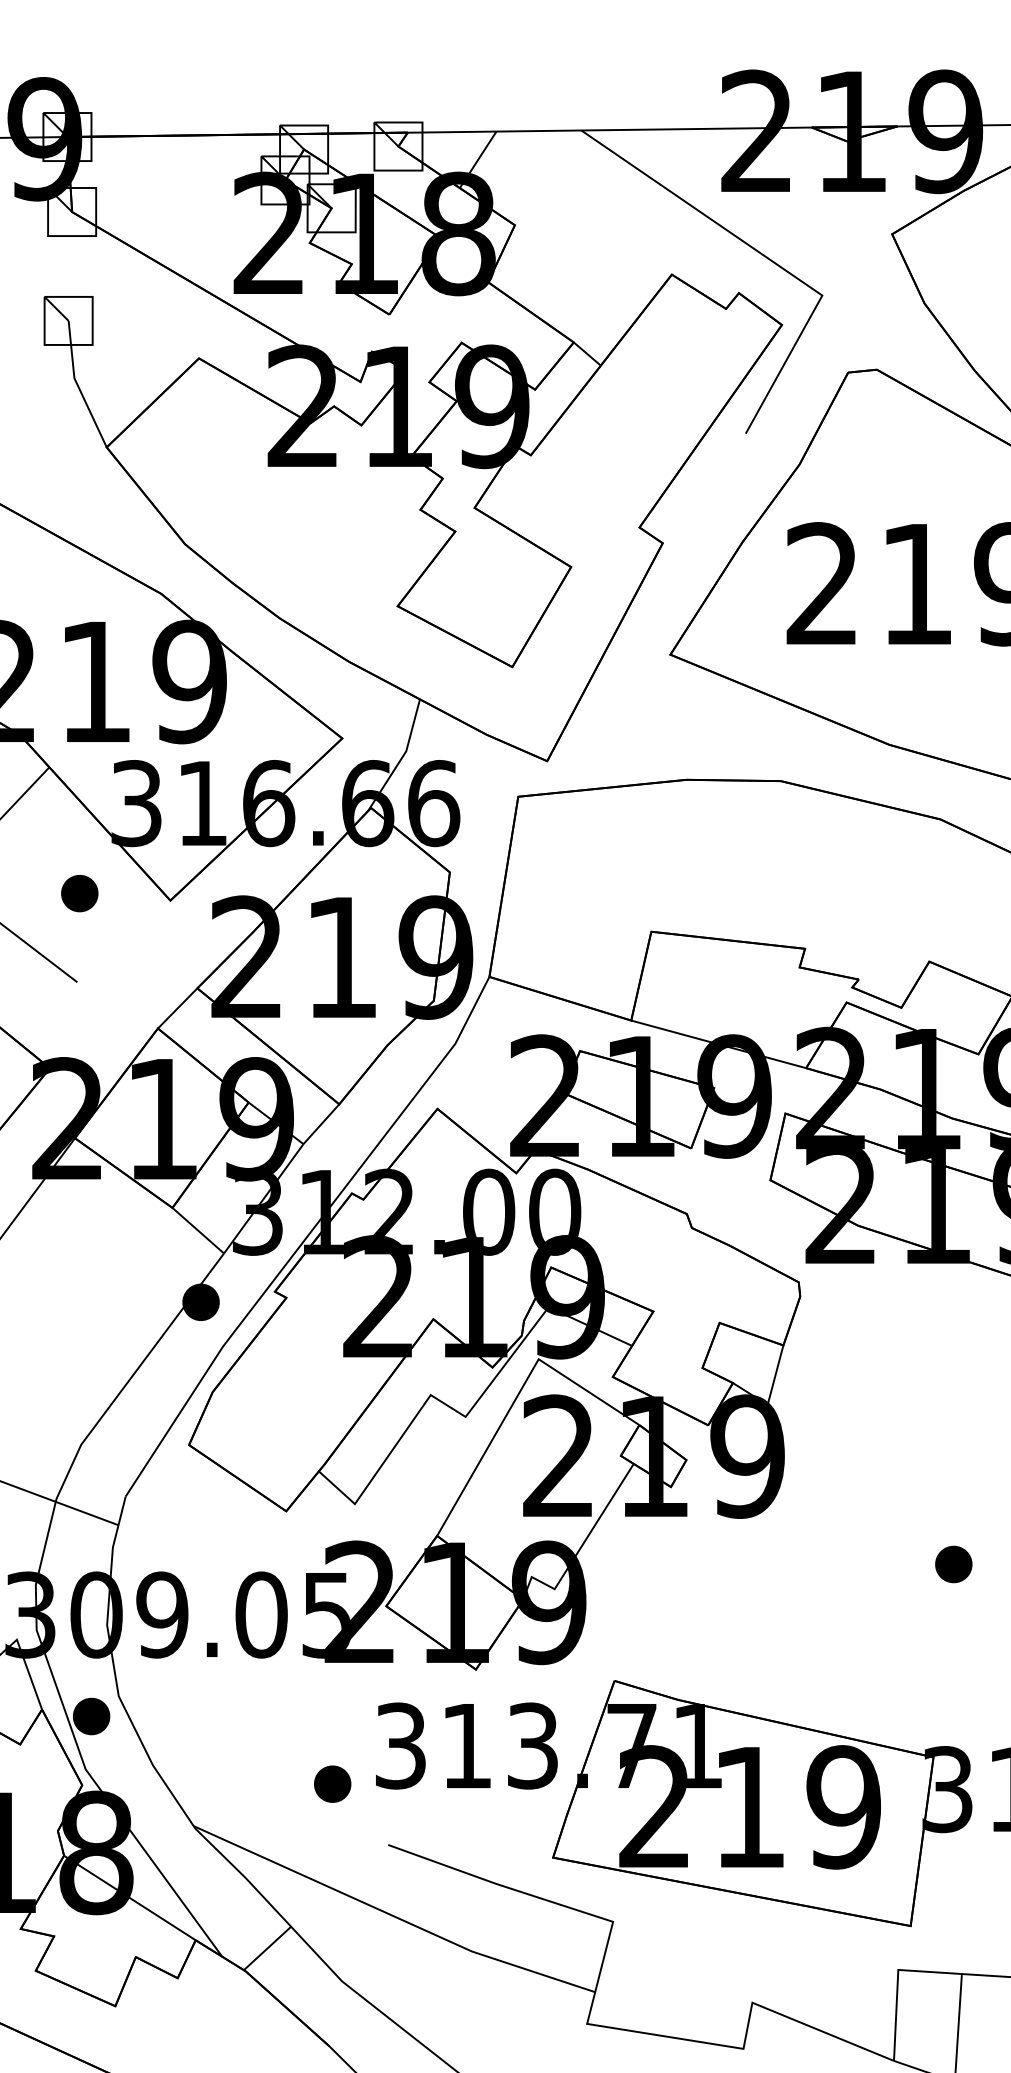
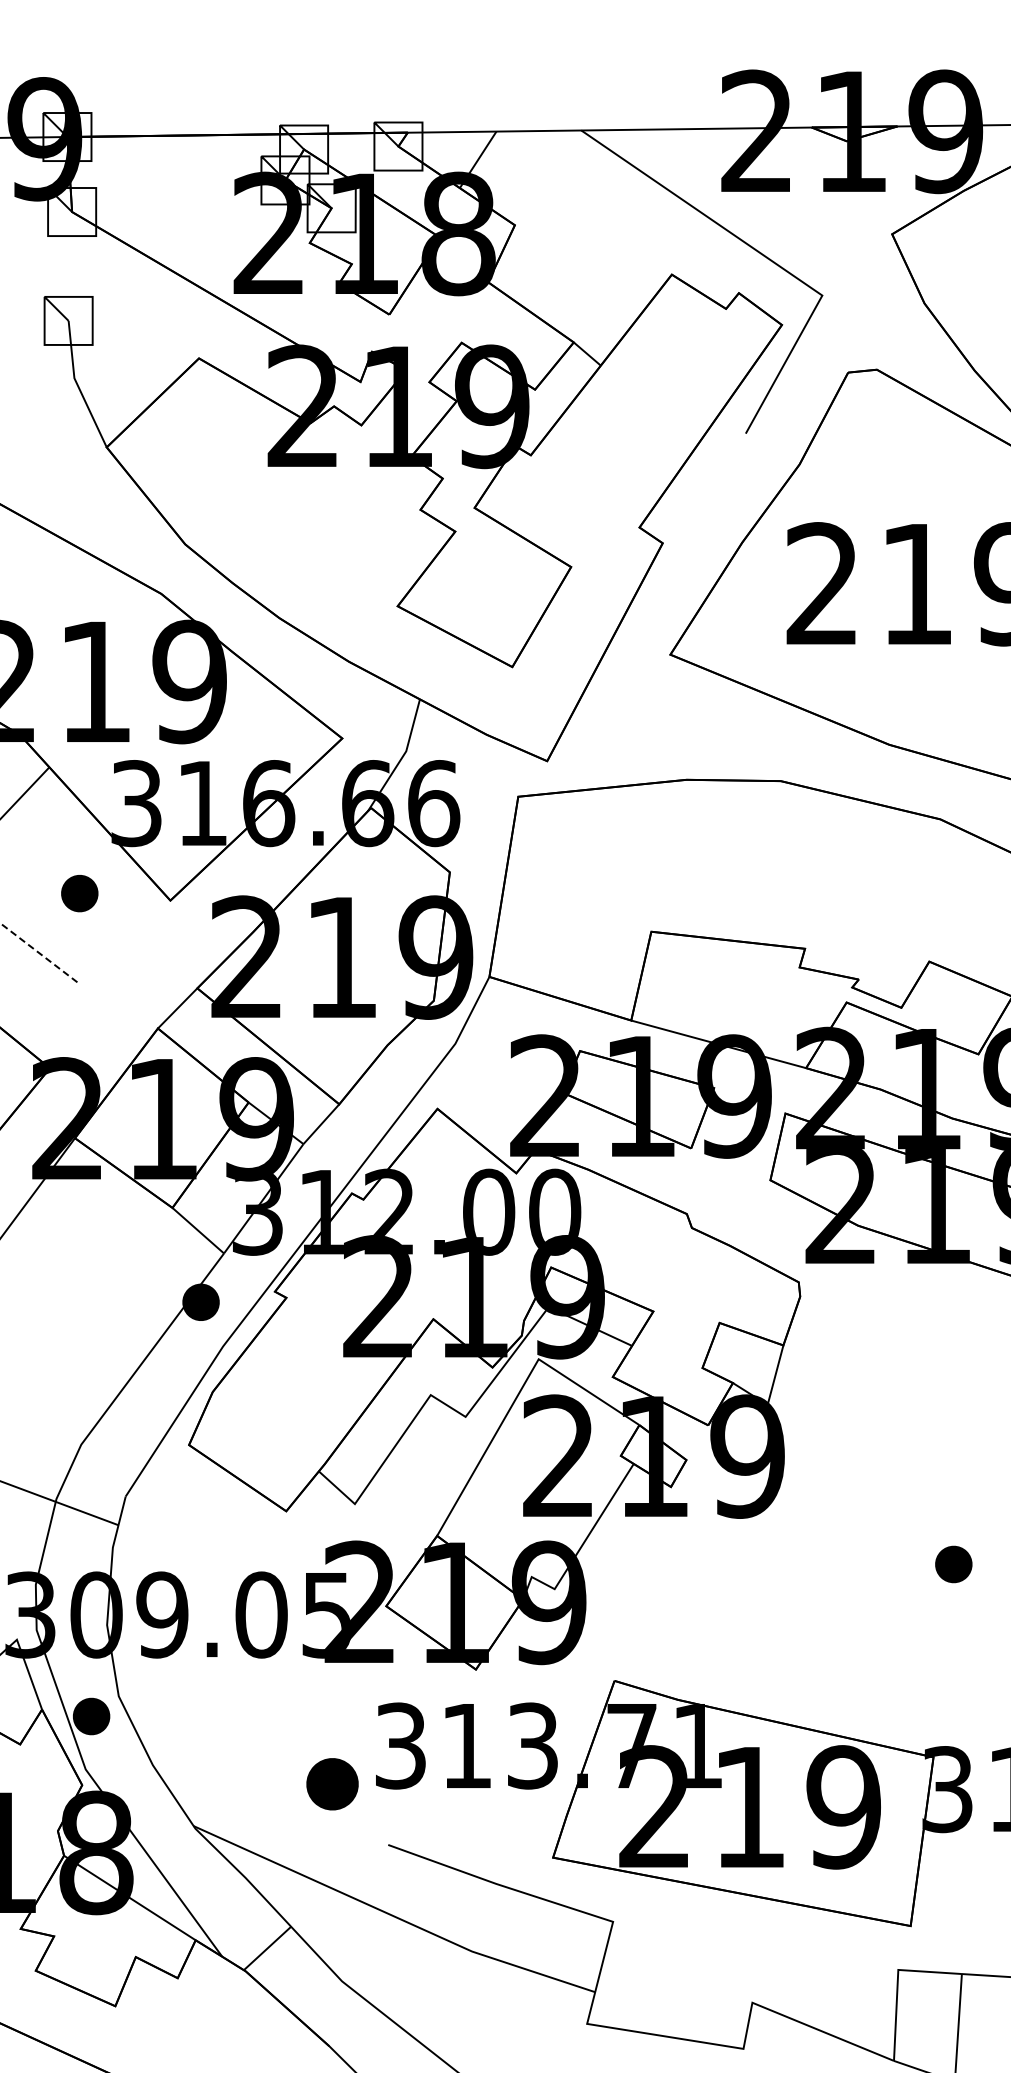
line at (38, 952): solid -> dashed
part at (332, 1783) size: 38x38 px -> 53x53 px
